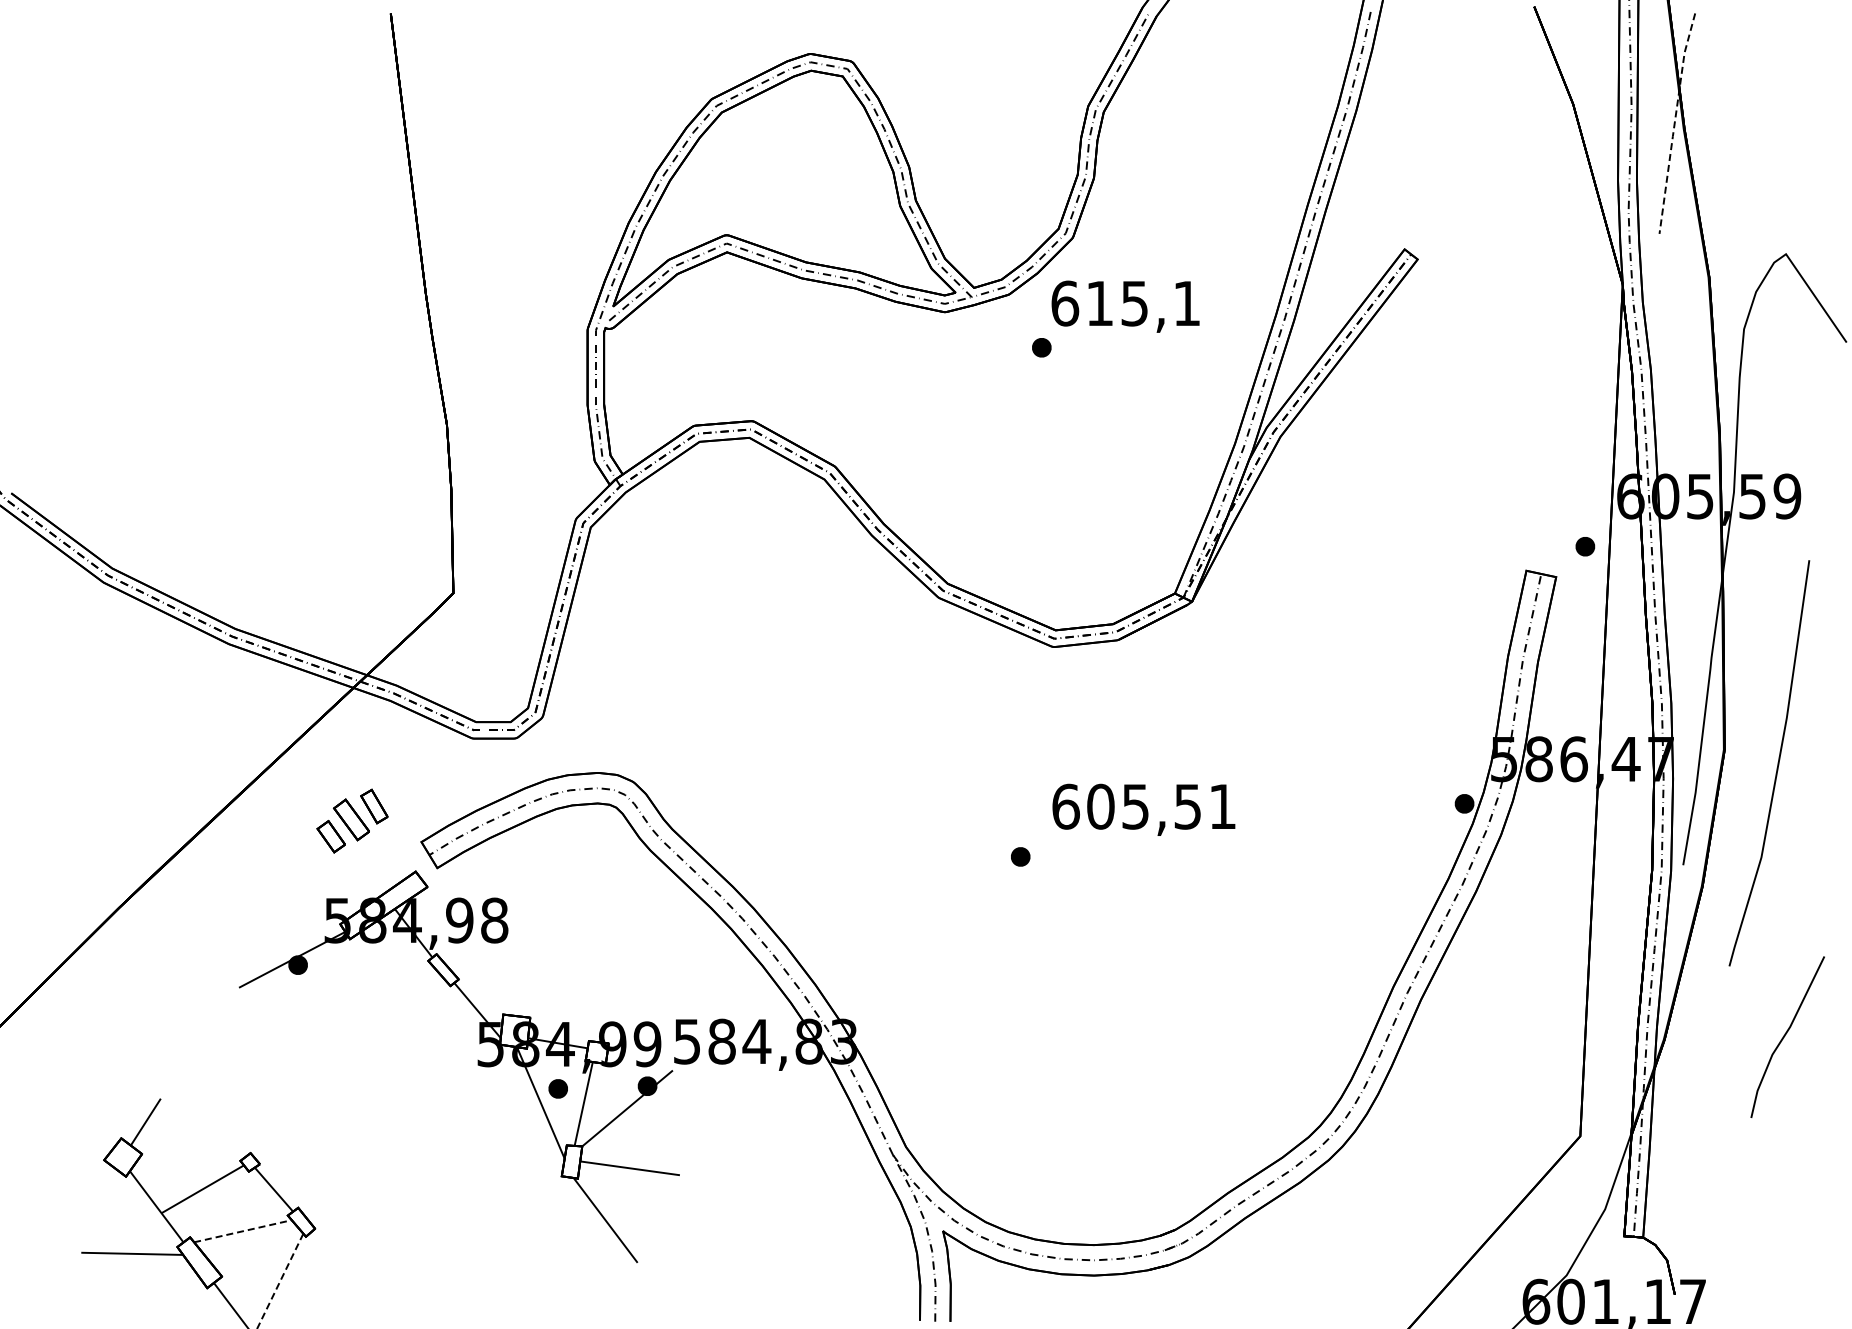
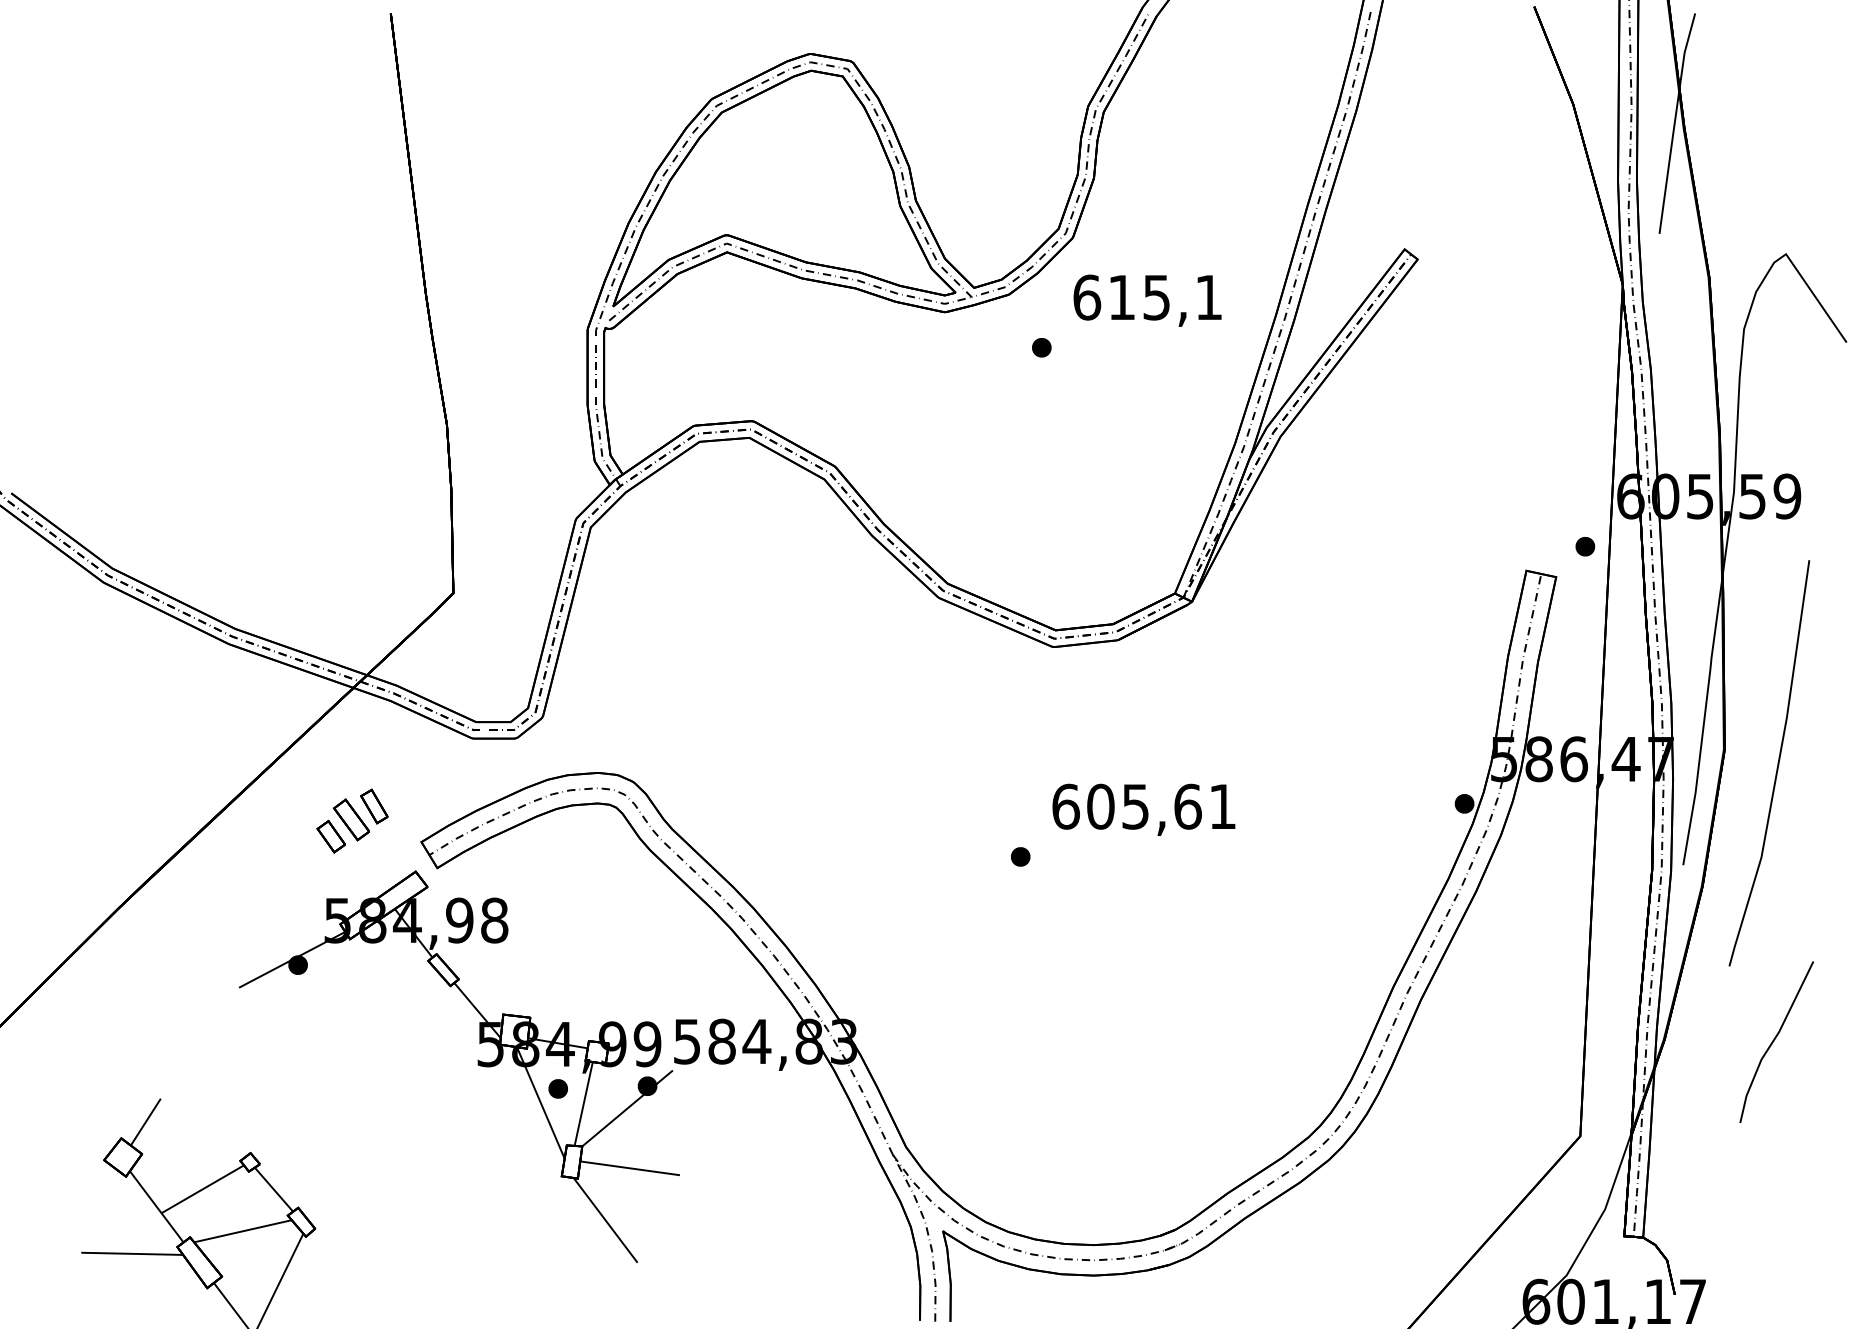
line at (1674, 123): dashed -> solid
text at (1125, 306) position: (1125, 306) -> (1147, 300)
text at (1187, 806): 605,51 -> 605,61
line at (1785, 1036) position: (1785, 1036) -> (1774, 1041)
line at (243, 1231): dashed -> solid
line at (280, 1281): dashed -> solid
